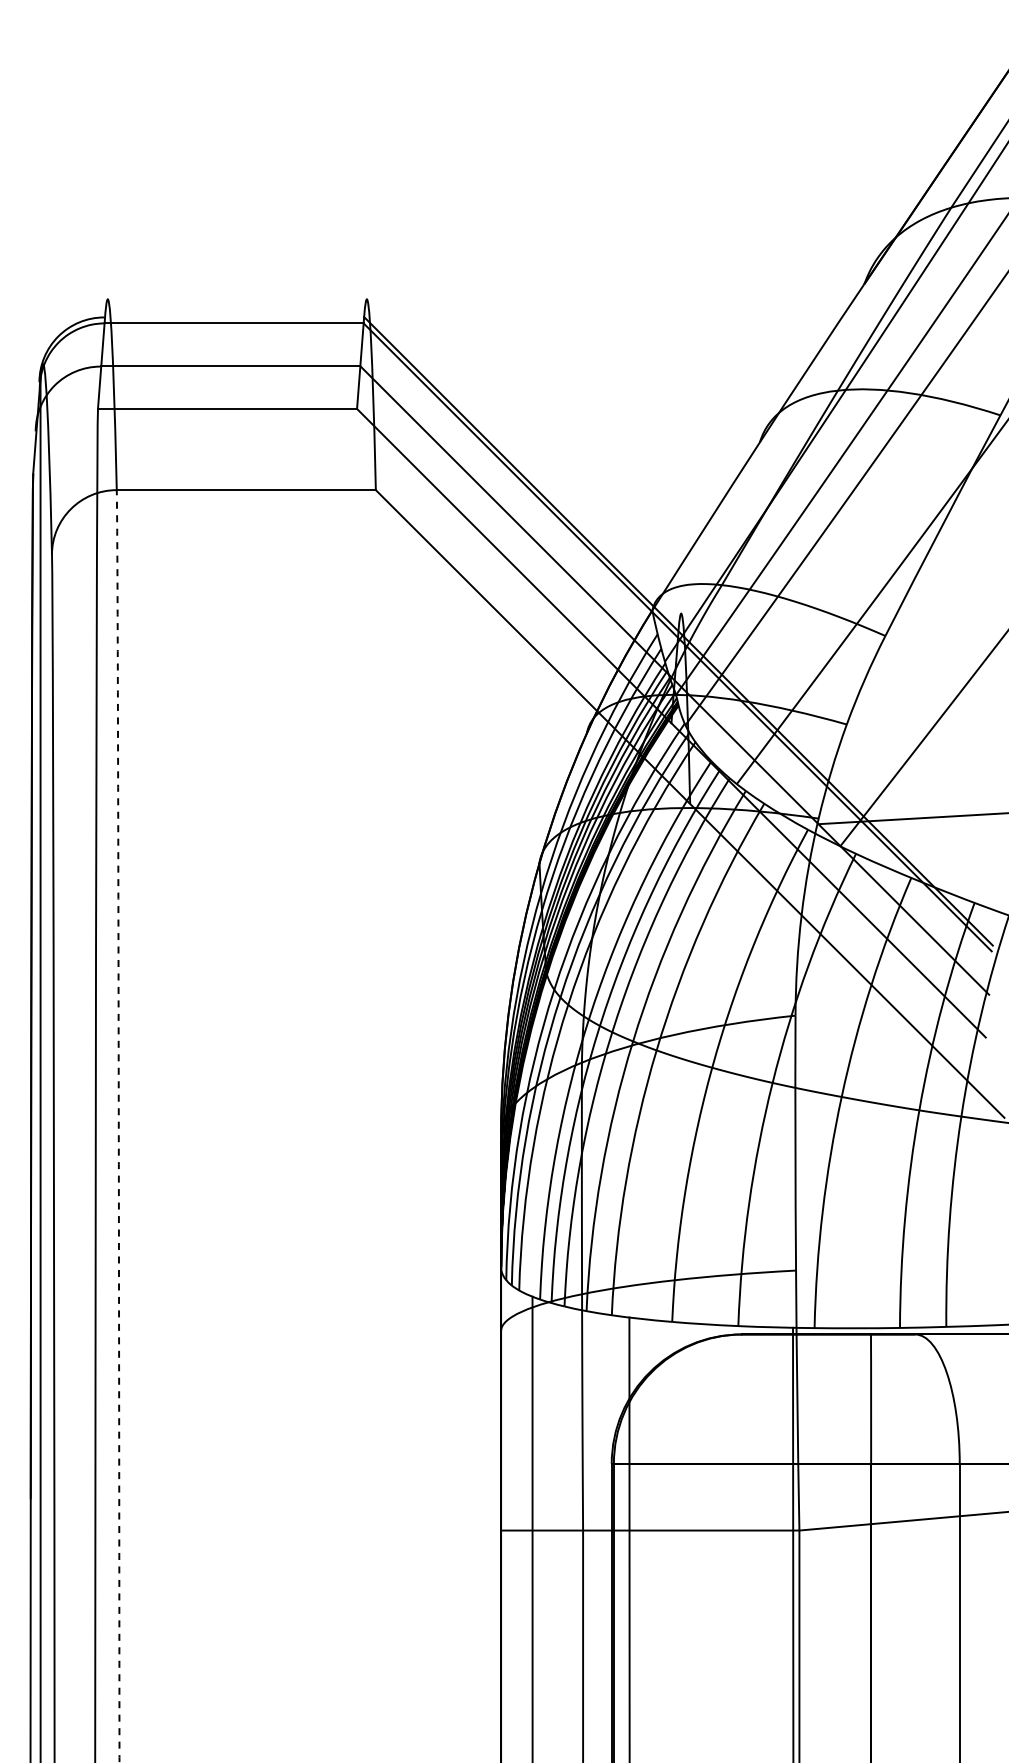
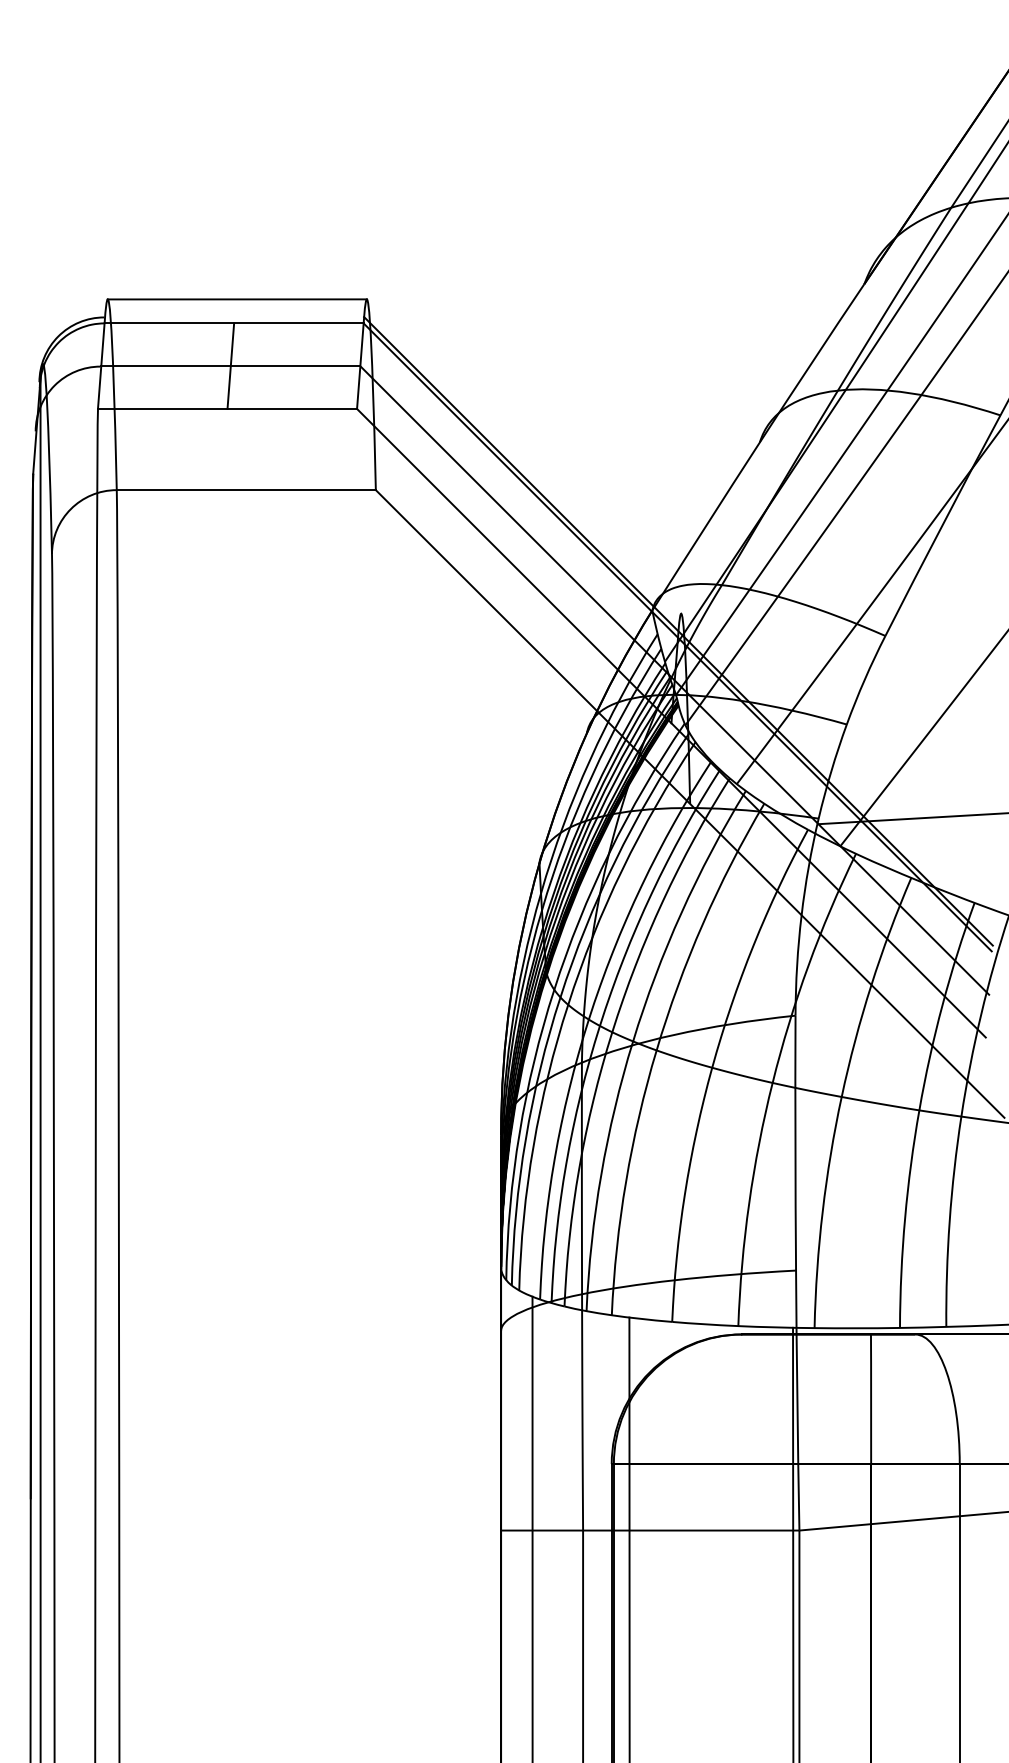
line at (236, 299): none -> present
line at (230, 365): none -> present
arc at (118, 1114): dashed -> solid
